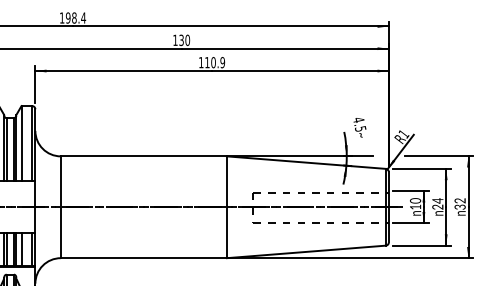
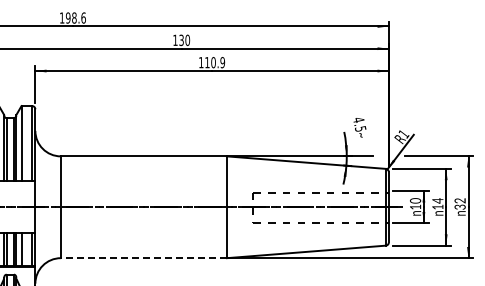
text at (83, 17): 198.4 -> 198.6
text at (437, 206): 24 -> 14
line at (143, 258): solid -> dashed
